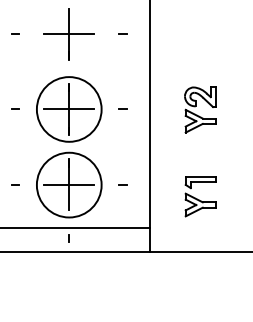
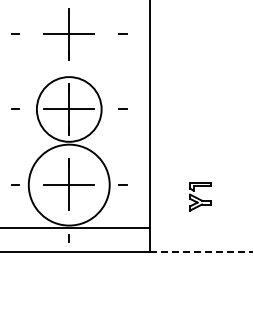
part at (200, 109): present -> none
circle at (68, 184) diameter: 65 px -> 81 px
part at (200, 196) size: 33x42 px -> 23x30 px
line at (201, 251): solid -> dashed
